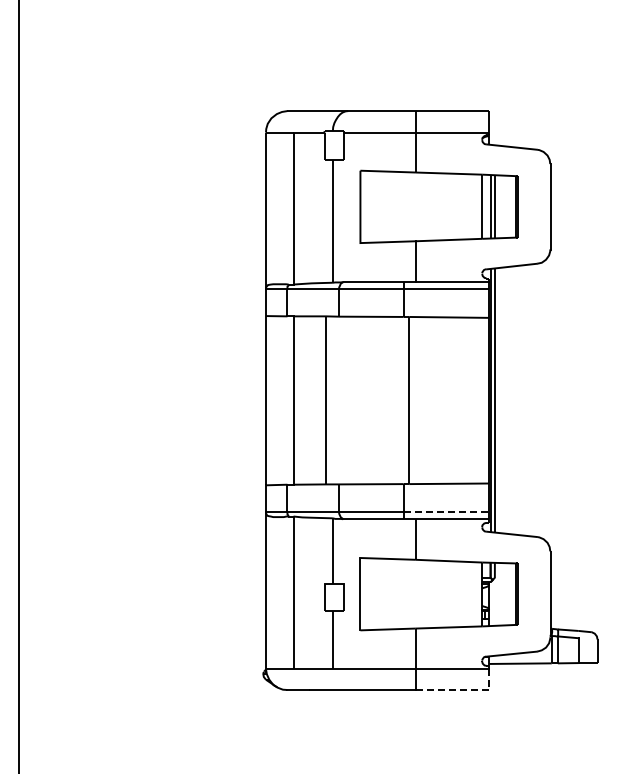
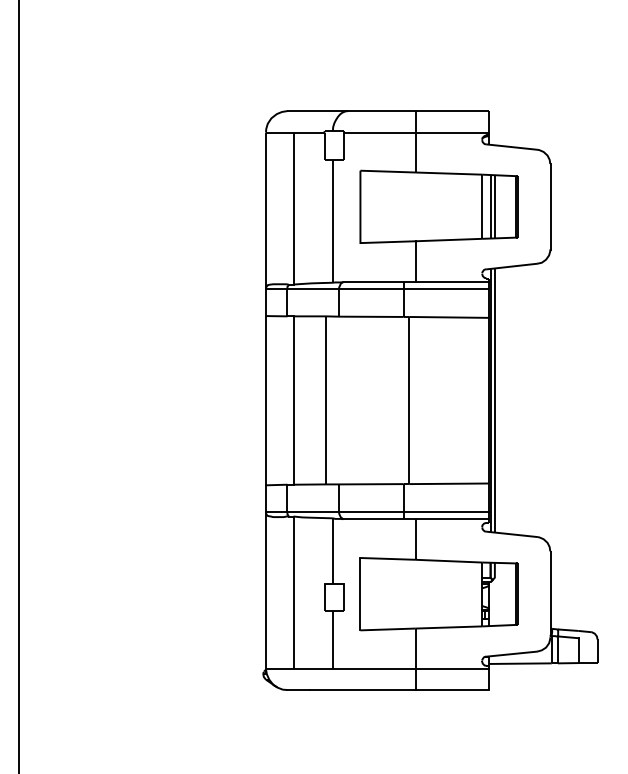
line at (446, 511): dashed -> solid
line at (463, 690): dashed -> solid
